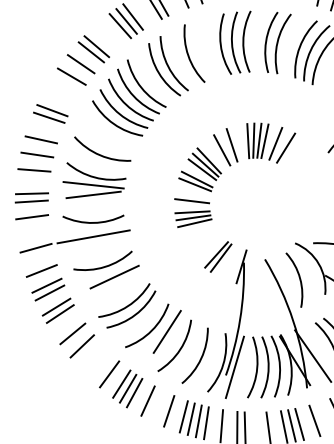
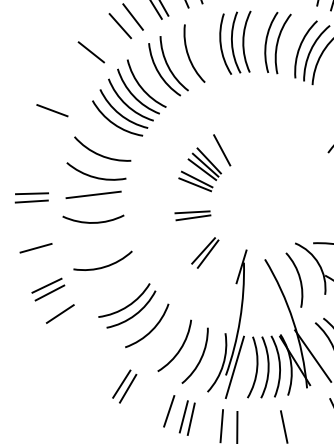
line at (126, 21): present -> none
line at (96, 46): present -> none
line at (80, 64): present -> none
line at (71, 76): present -> none
line at (49, 117): present -> none
line at (41, 139): present -> none
part at (271, 142): present -> none
line at (231, 145): present -> none
line at (37, 154): present -> none
line at (34, 170): present -> none
line at (93, 185): present -> none
line at (192, 201): present -> none
line at (32, 217): present -> none
line at (194, 223): present -> none
line at (93, 236): present -> none
part at (218, 256) position: (218, 256) -> (205, 252)
line at (41, 270): present -> none
line at (114, 276): present -> none
line at (56, 306): present -> none
line at (166, 331): present -> none
line at (72, 333): present -> none
line at (81, 346): present -> none
line at (109, 374): present -> none
line at (134, 392): present -> none
line at (147, 400): present -> none
line at (314, 420): present -> none
line at (198, 421): present -> none
line at (206, 423): present -> none
line at (299, 424): present -> none
line at (291, 425): present -> none
line at (244, 426): present -> none
line at (268, 426): present -> none
